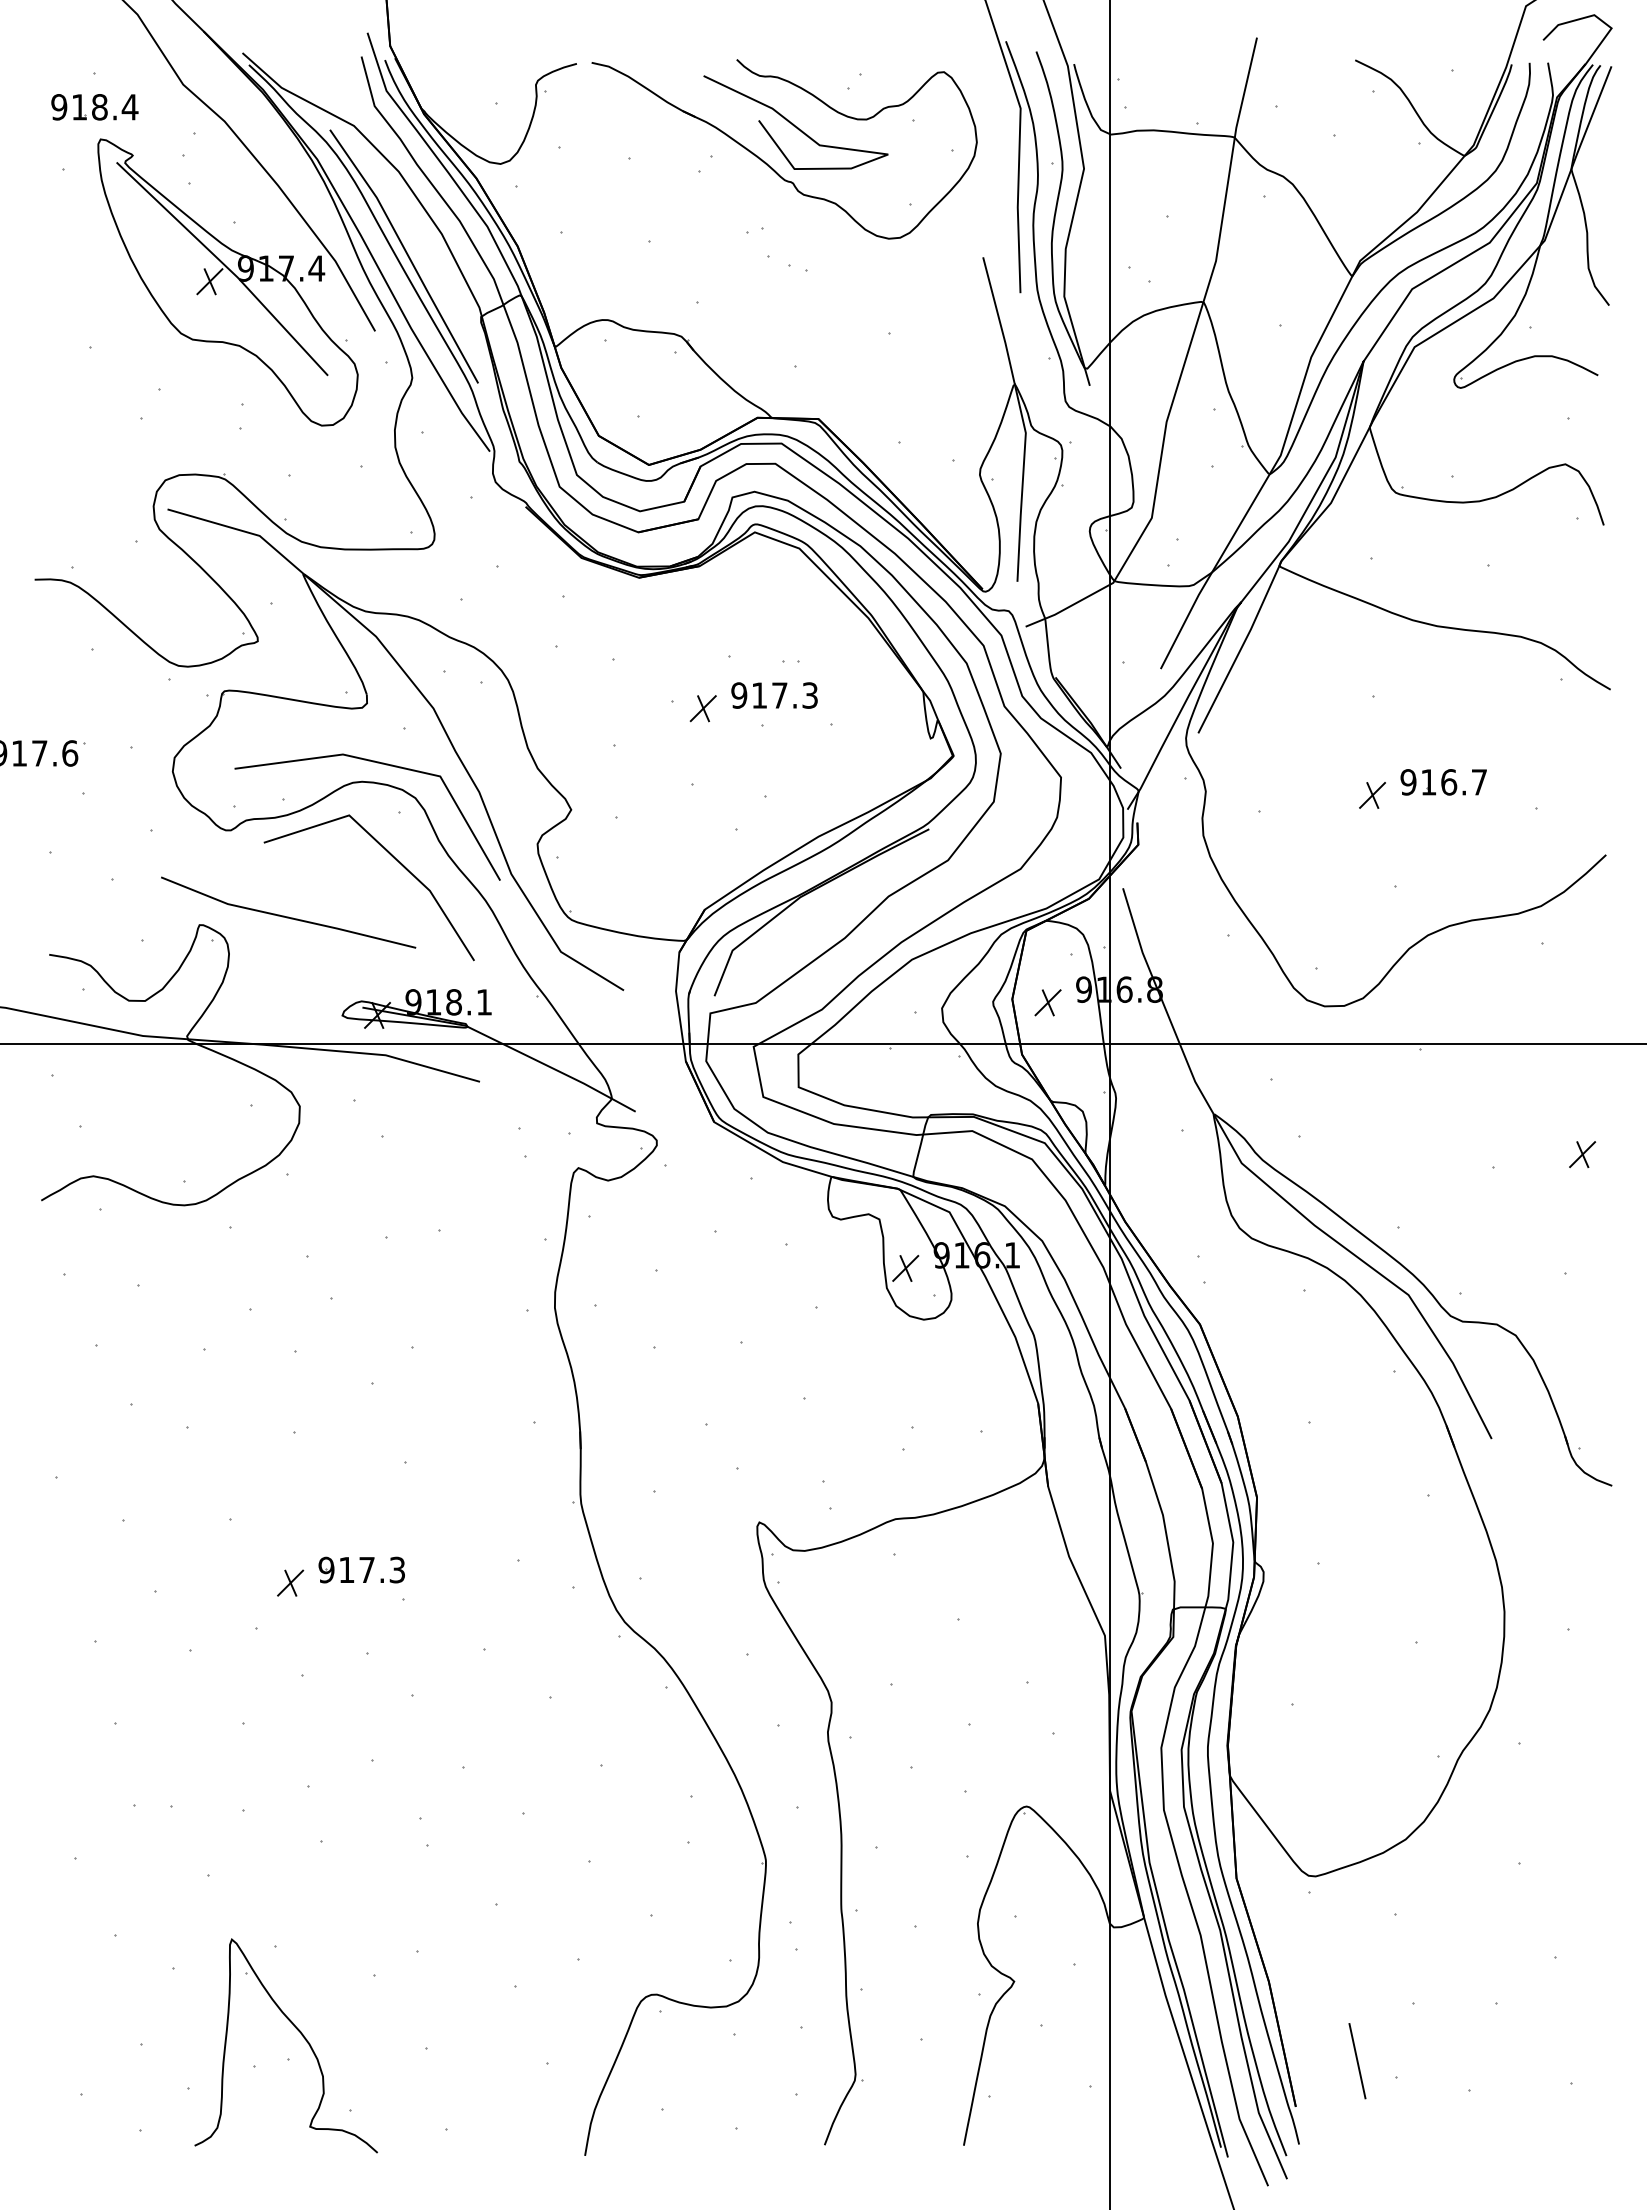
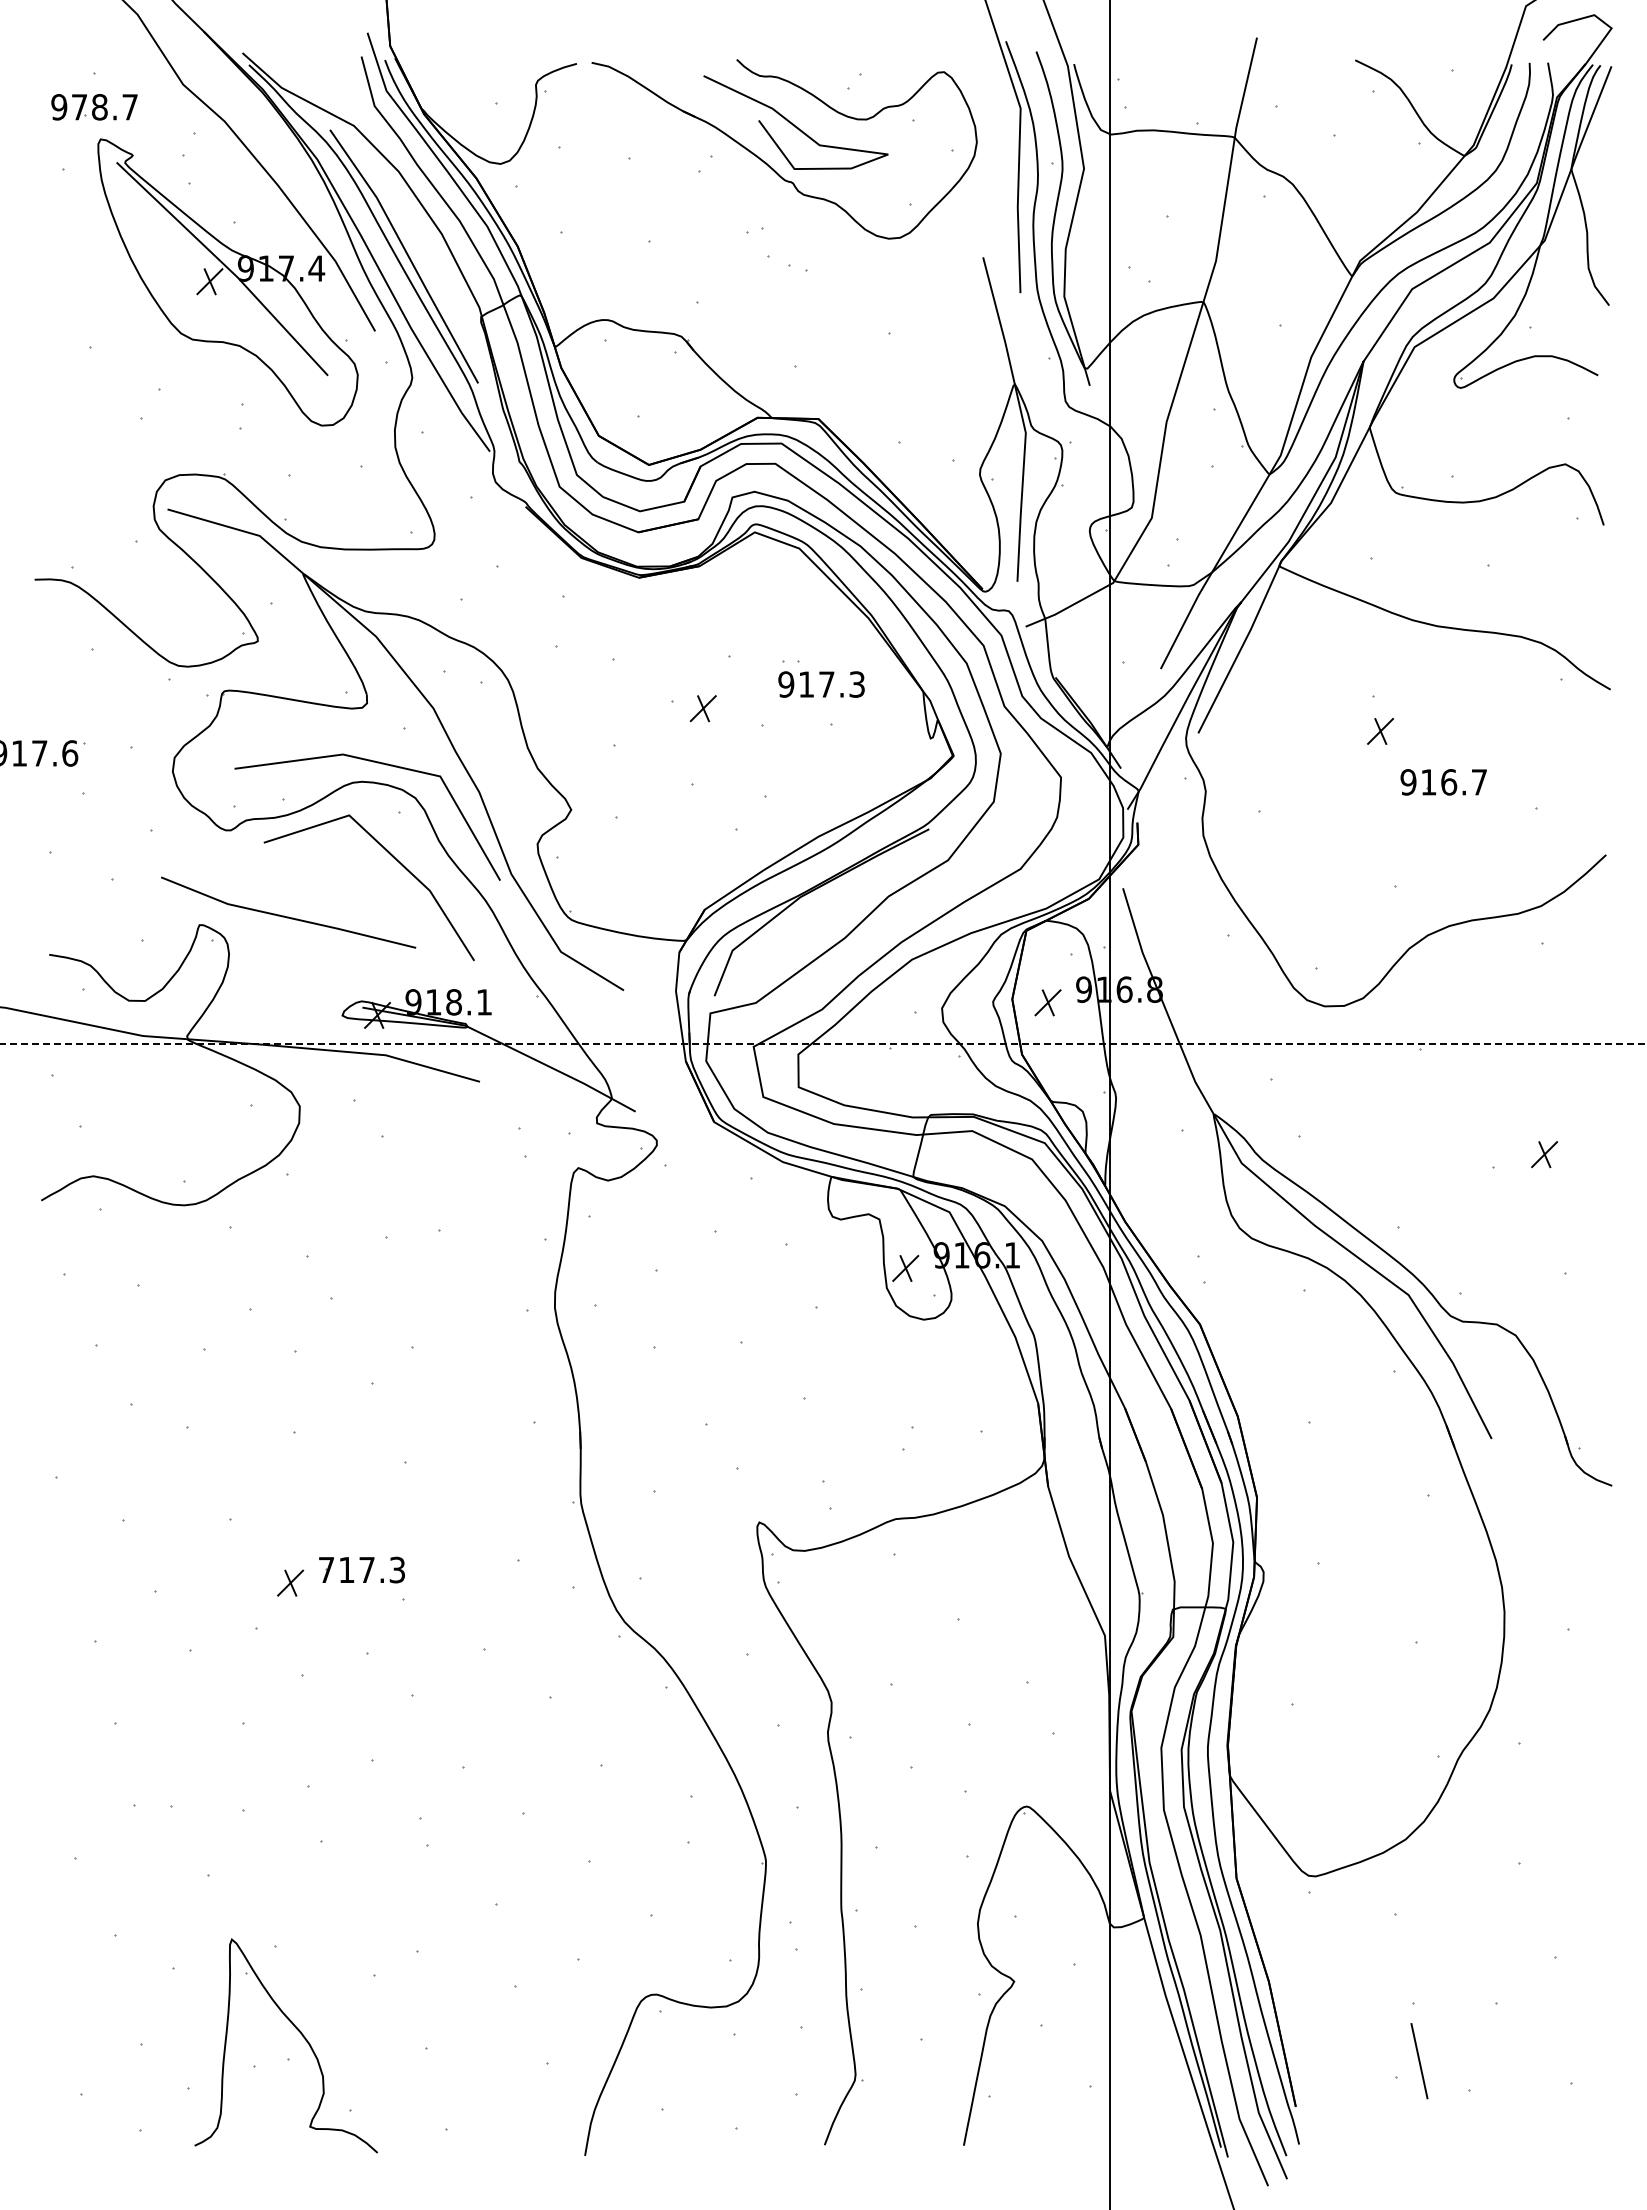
text at (105, 107): 918.4 -> 978.7
text at (774, 695) position: (774, 695) -> (821, 684)
part at (1372, 795) position: (1372, 795) -> (1380, 731)
line at (823, 1044): solid -> dashed
part at (1582, 1154) position: (1582, 1154) -> (1544, 1154)
text at (326, 1569): 917.3 -> 717.3
line at (1357, 2061) position: (1357, 2061) -> (1419, 2061)
